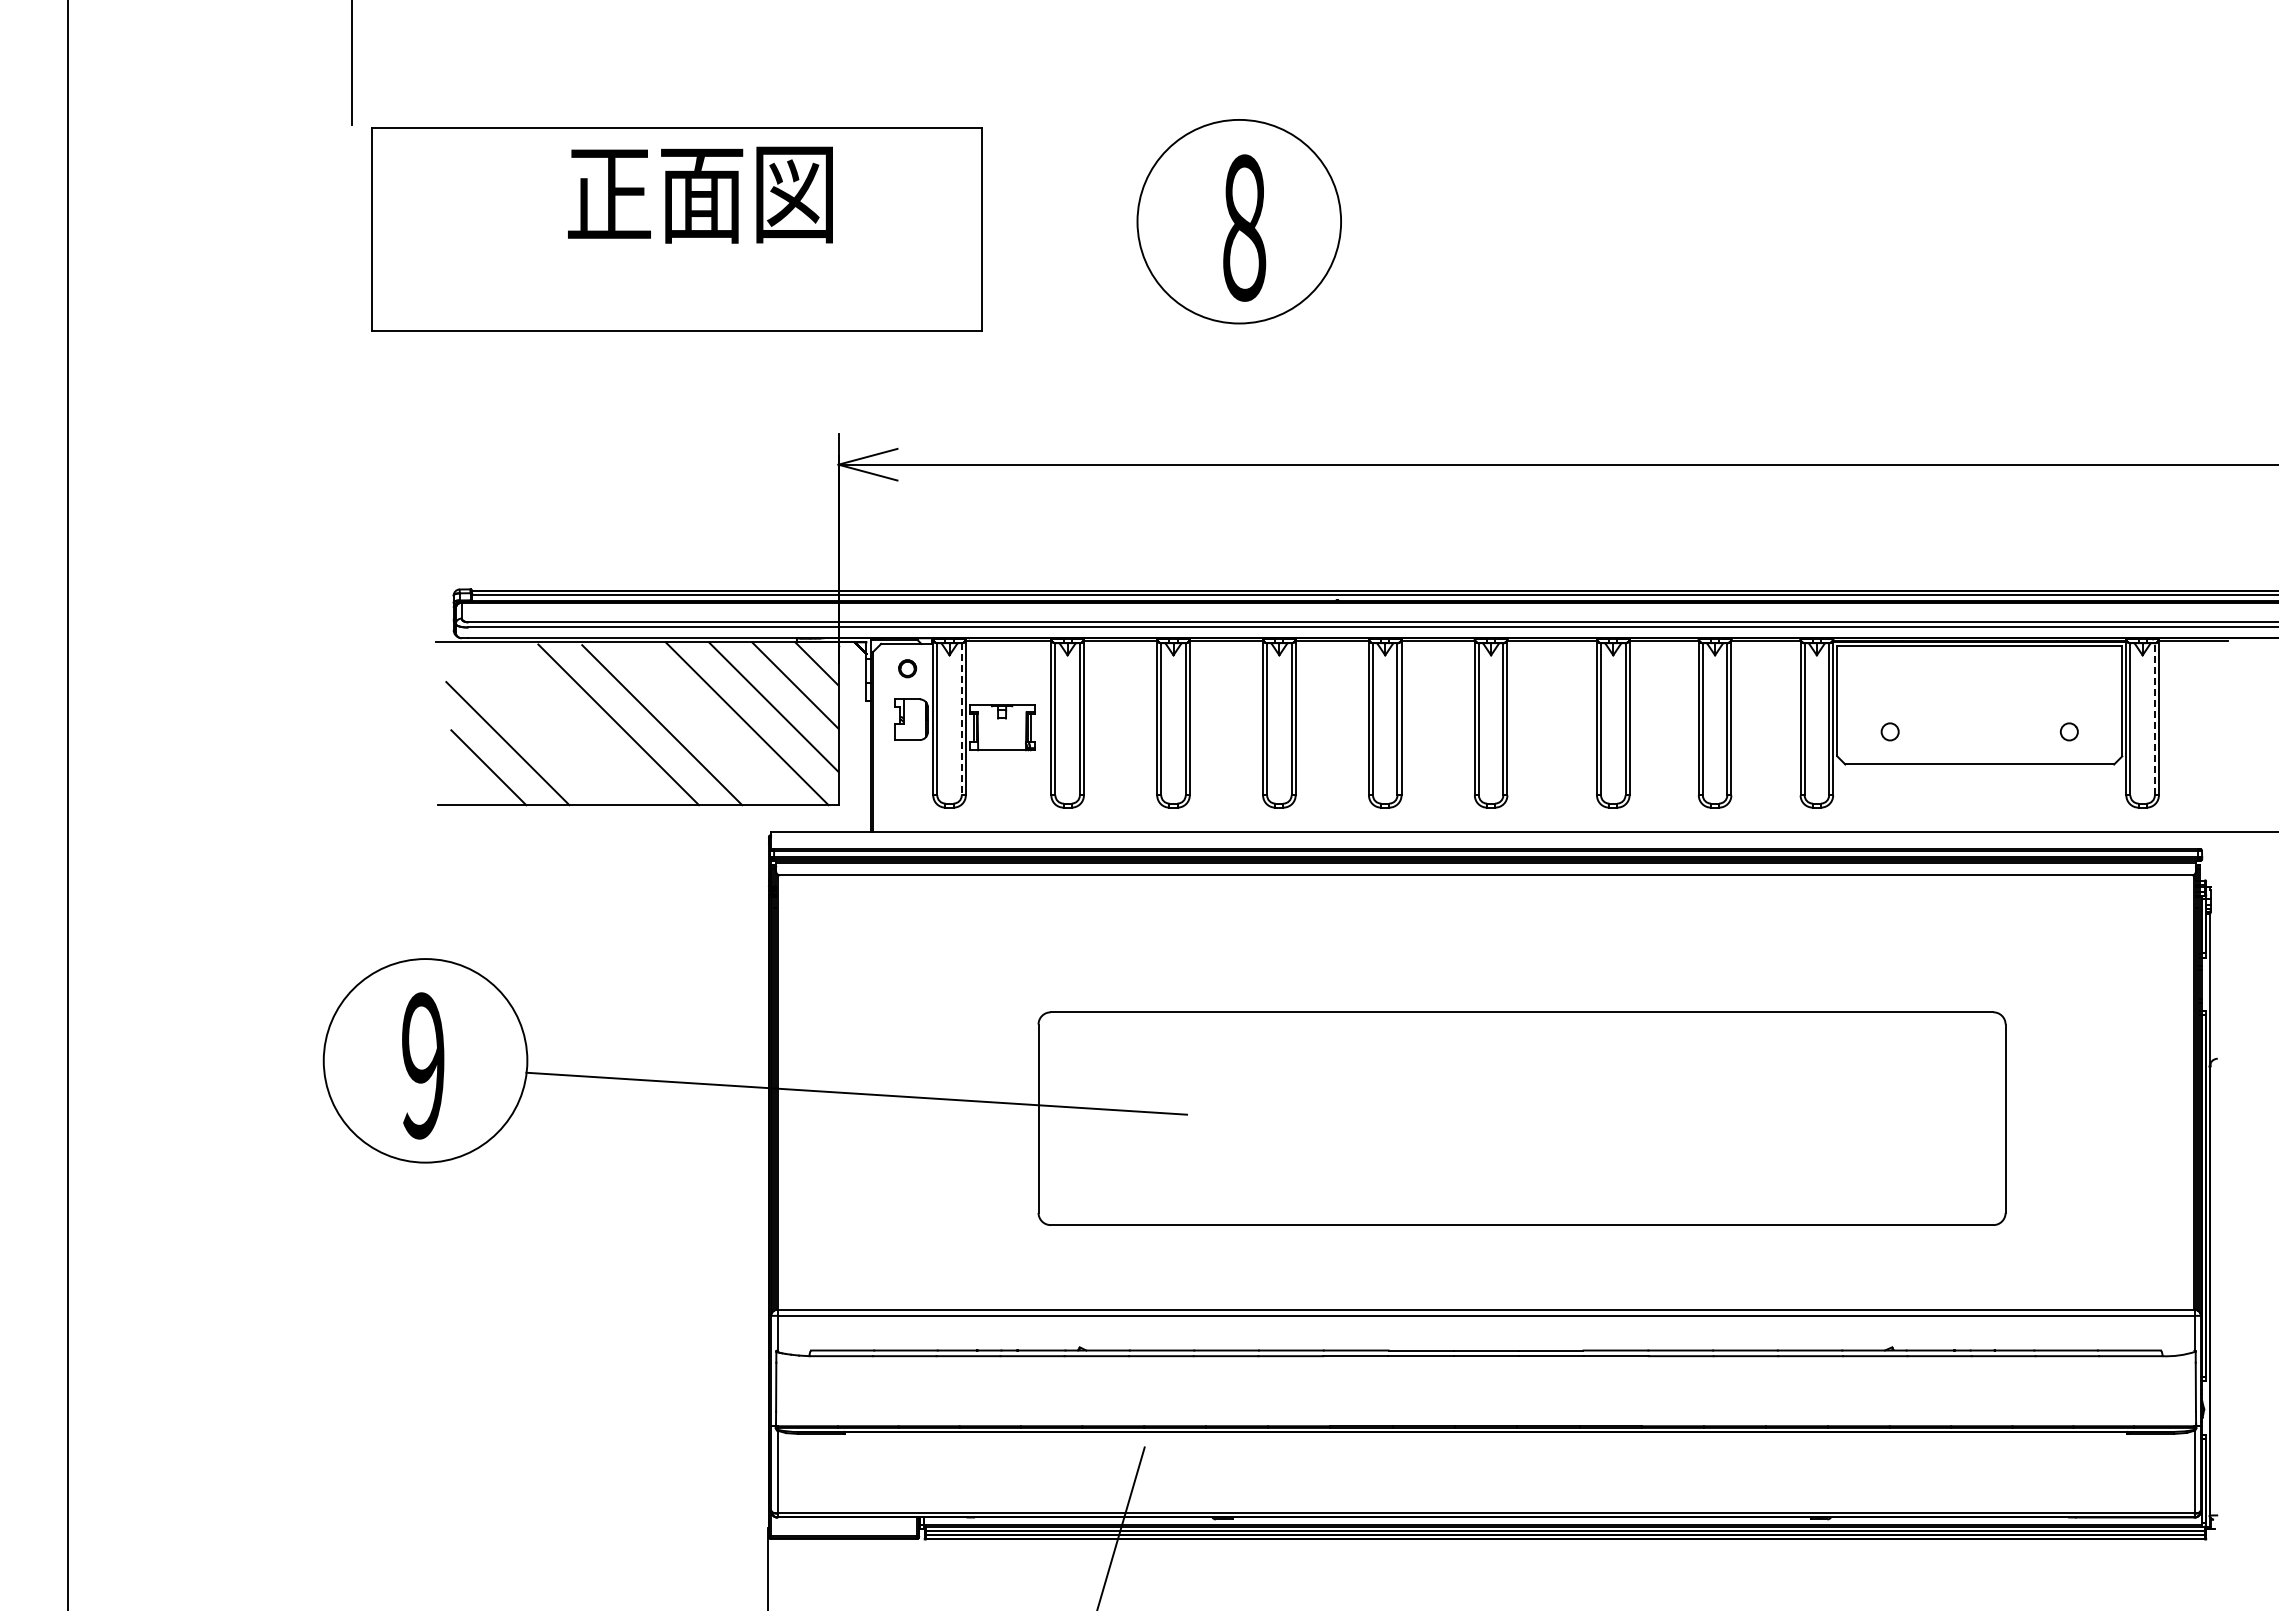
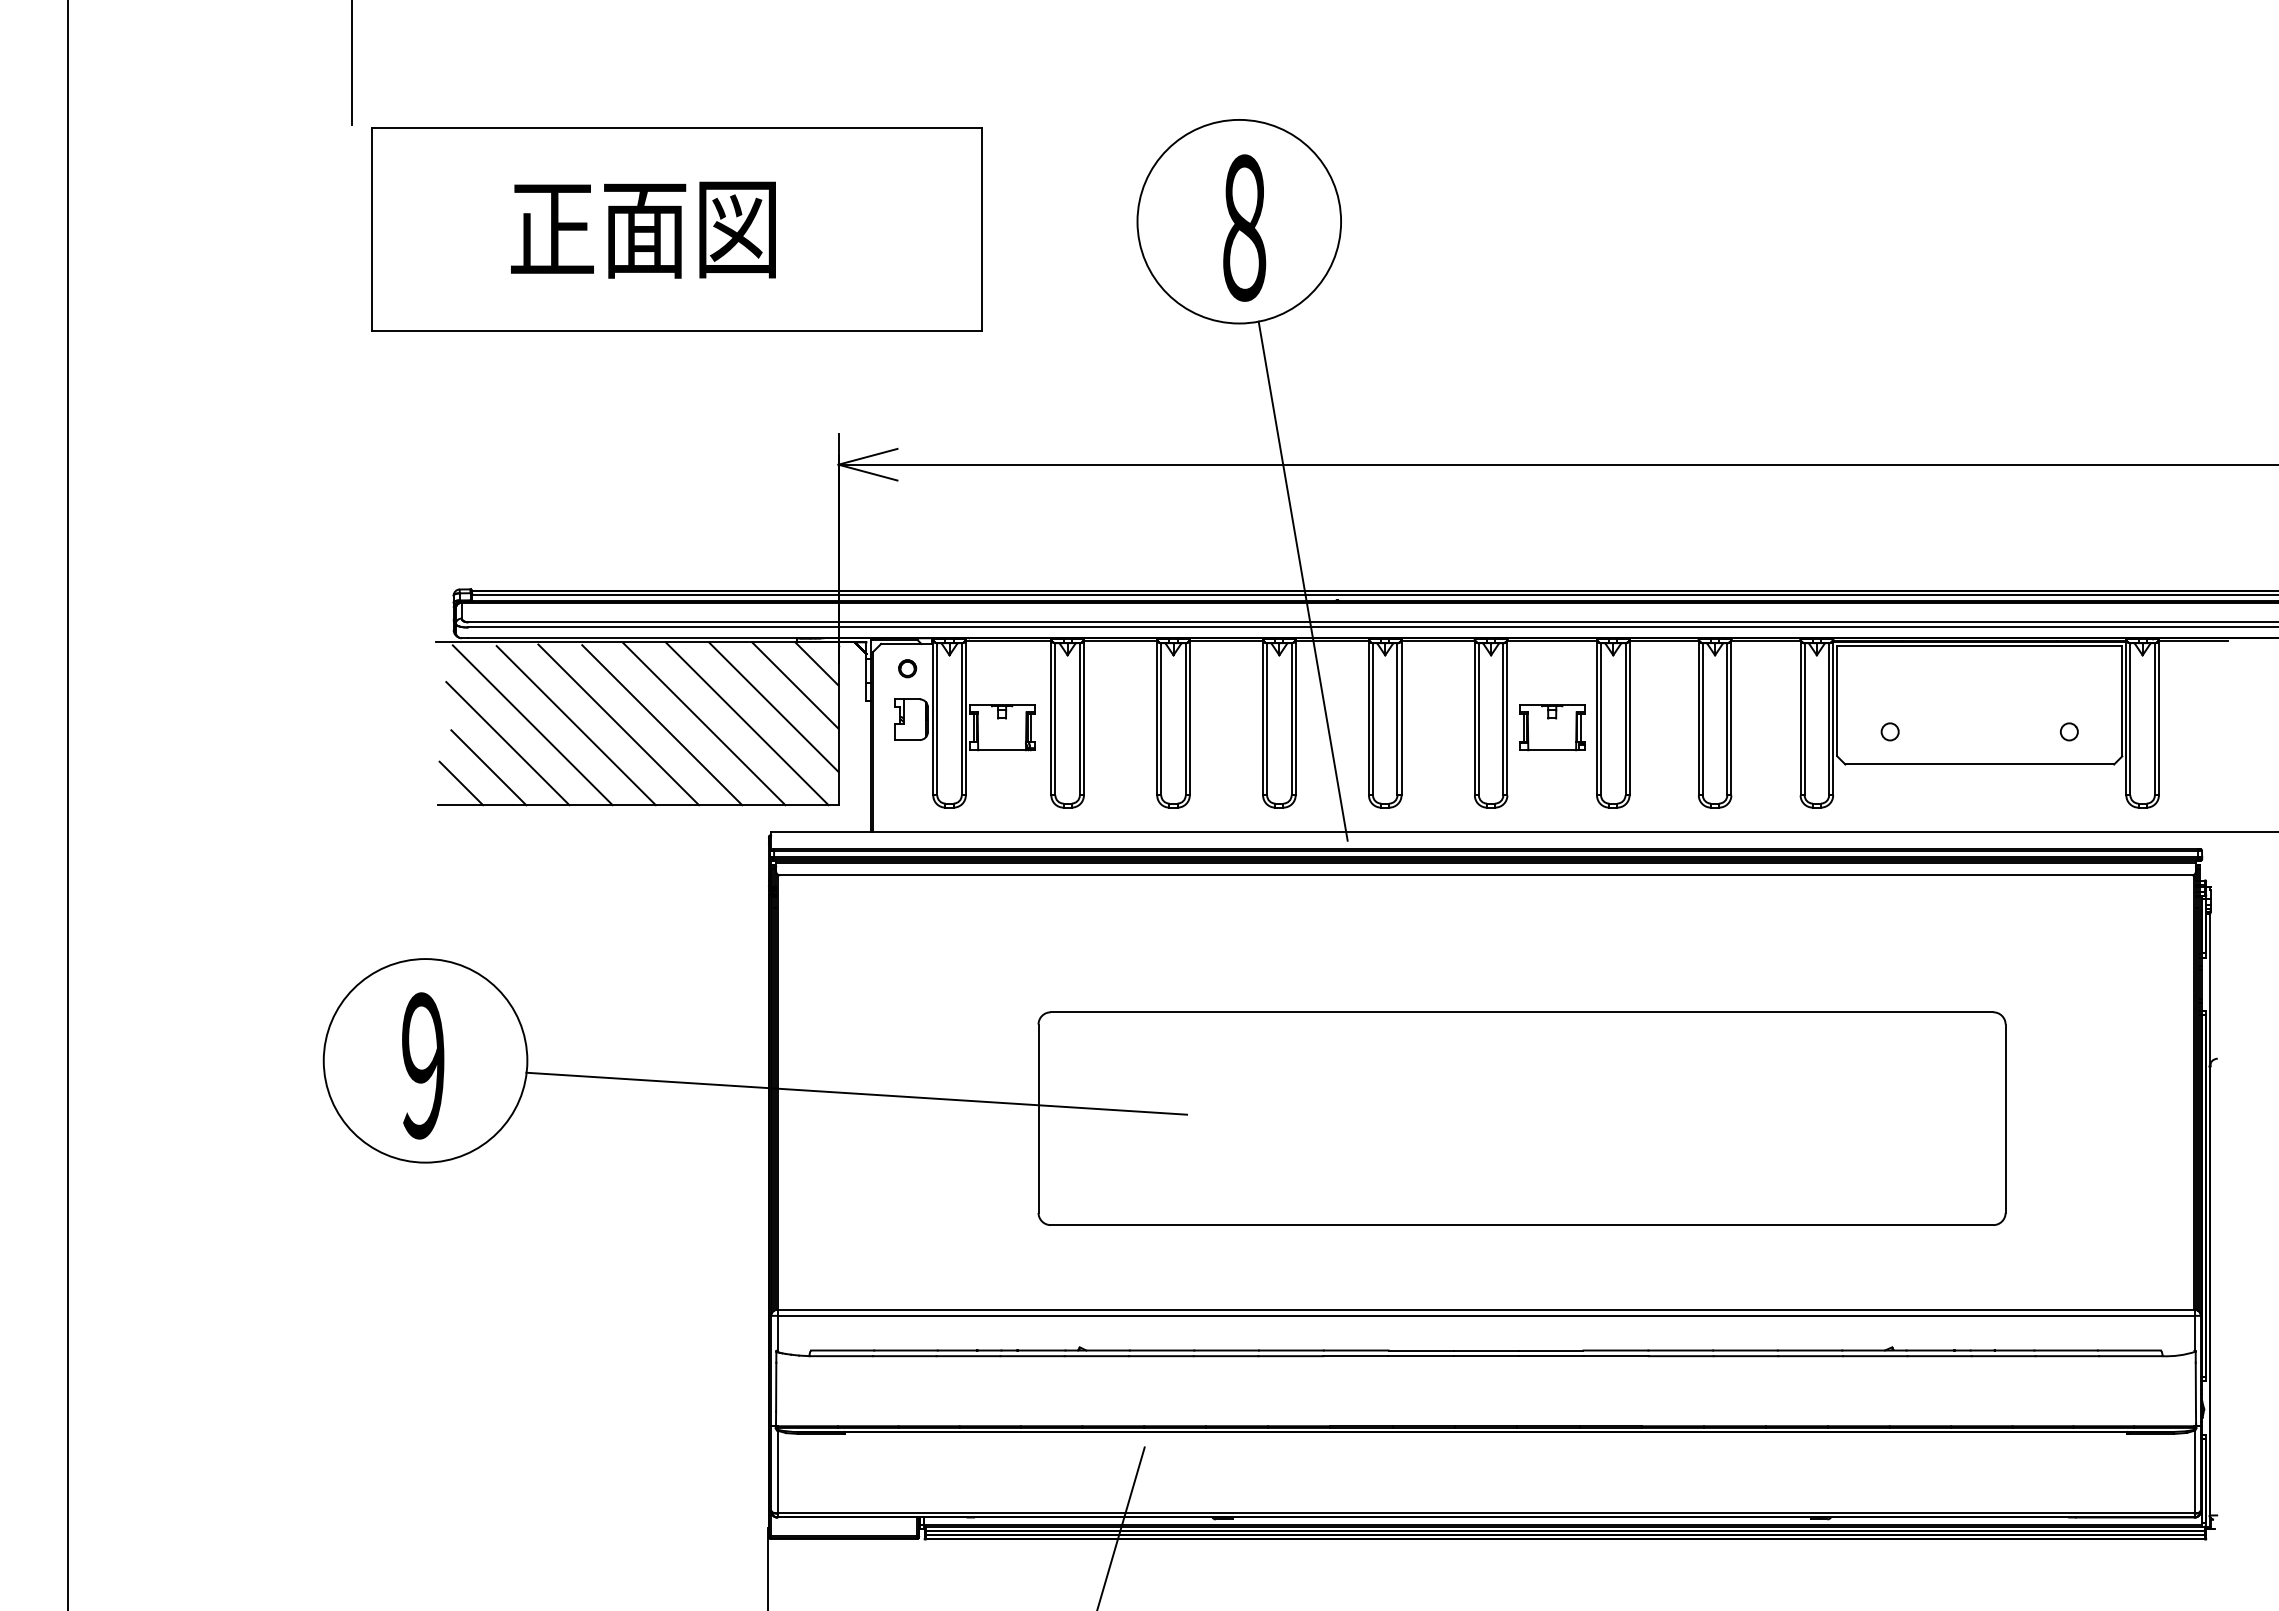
text at (700, 194) position: (700, 194) -> (643, 229)
line at (1302, 580): none -> present
line at (2154, 718): dashed -> solid
line at (961, 719): dashed -> solid
line at (703, 723): none -> present
line at (532, 725): none -> present
line at (575, 725): none -> present
part at (1552, 727): none -> present
line at (461, 783): none -> present
